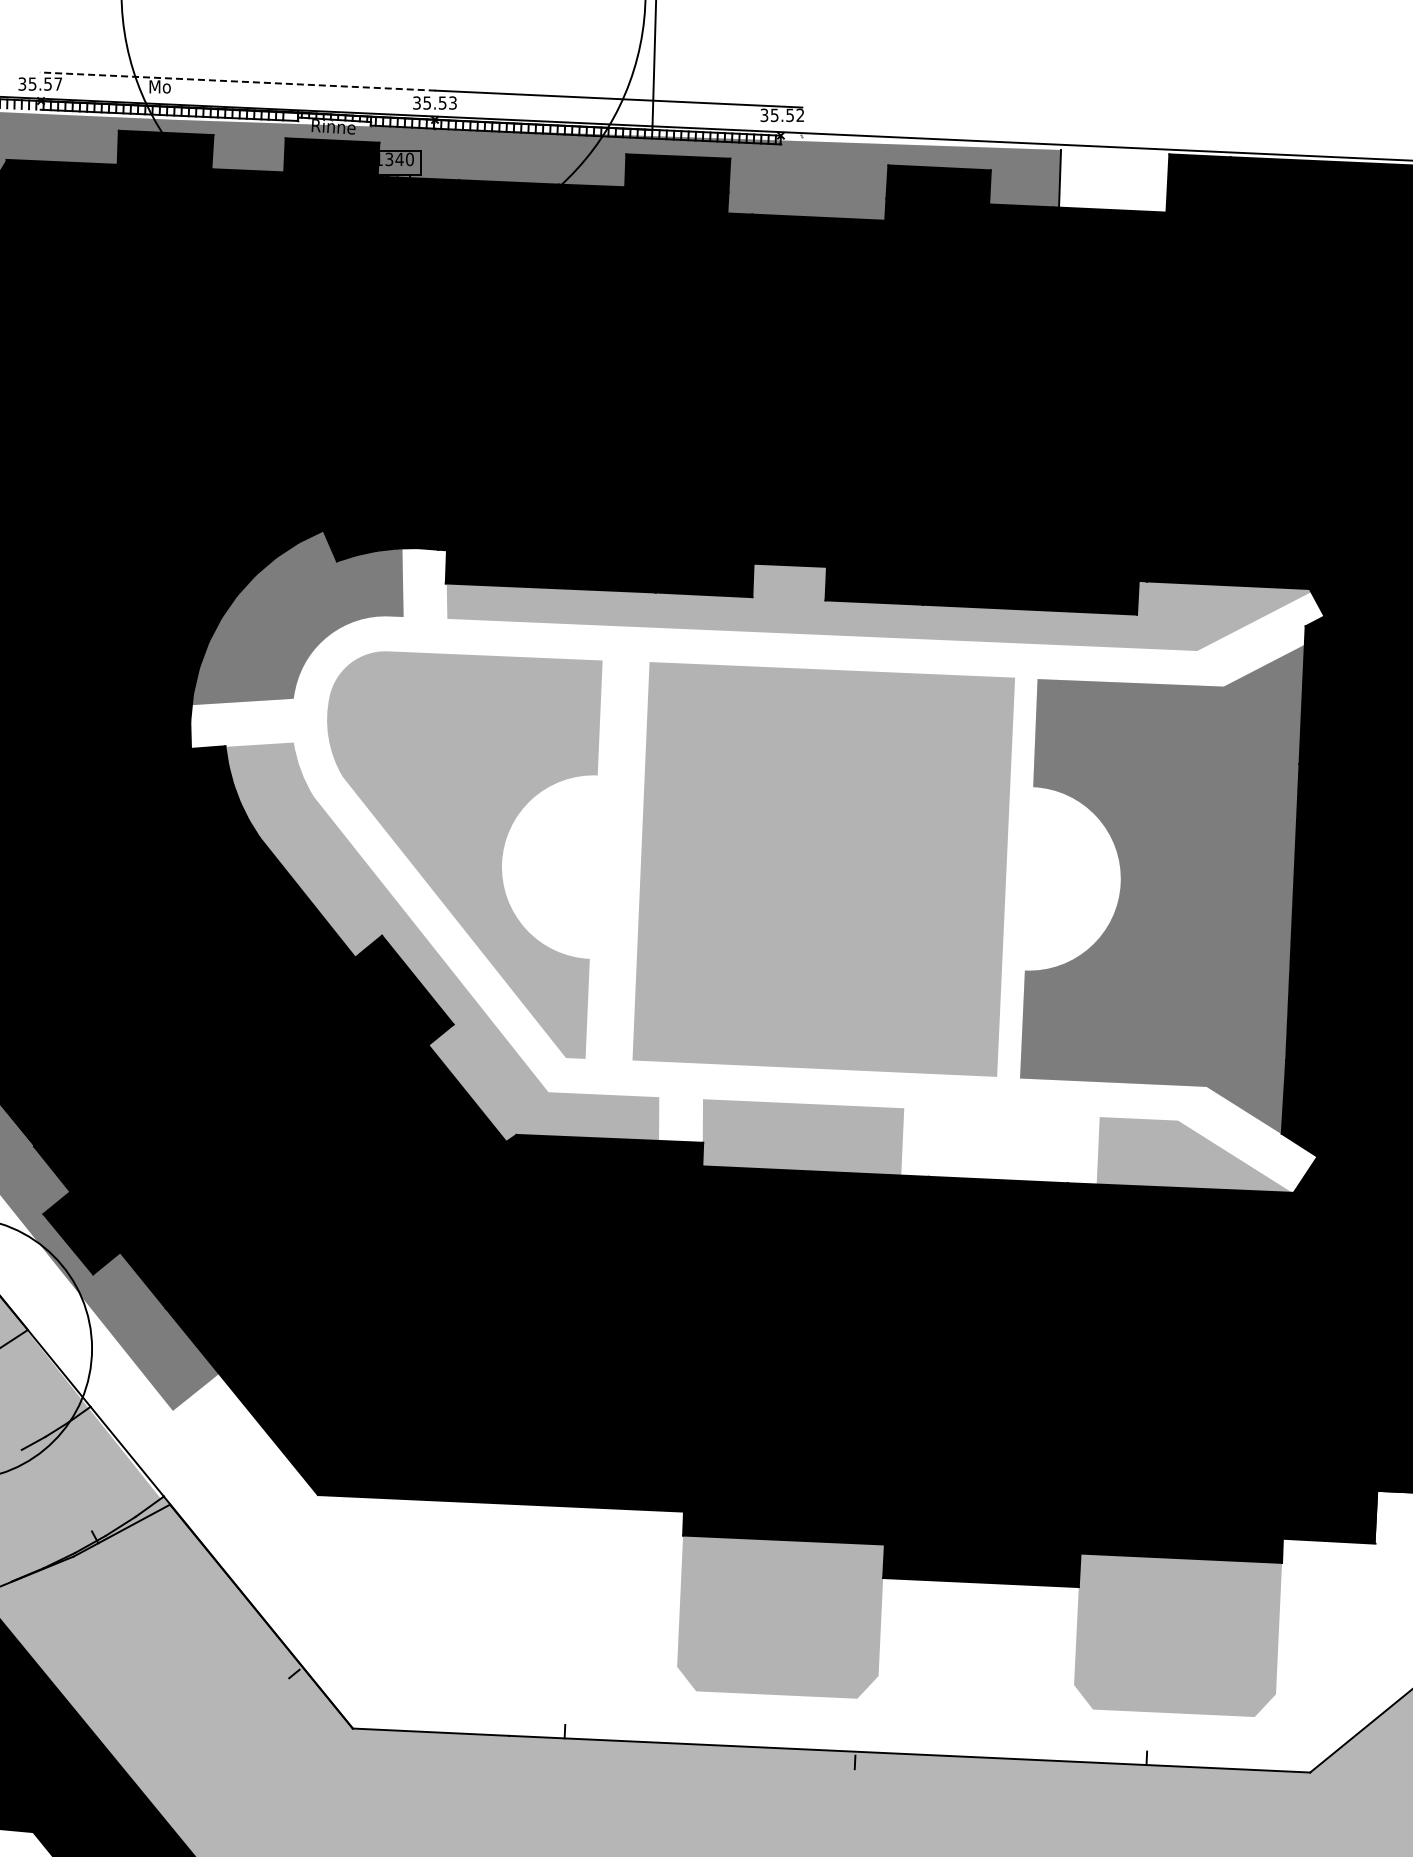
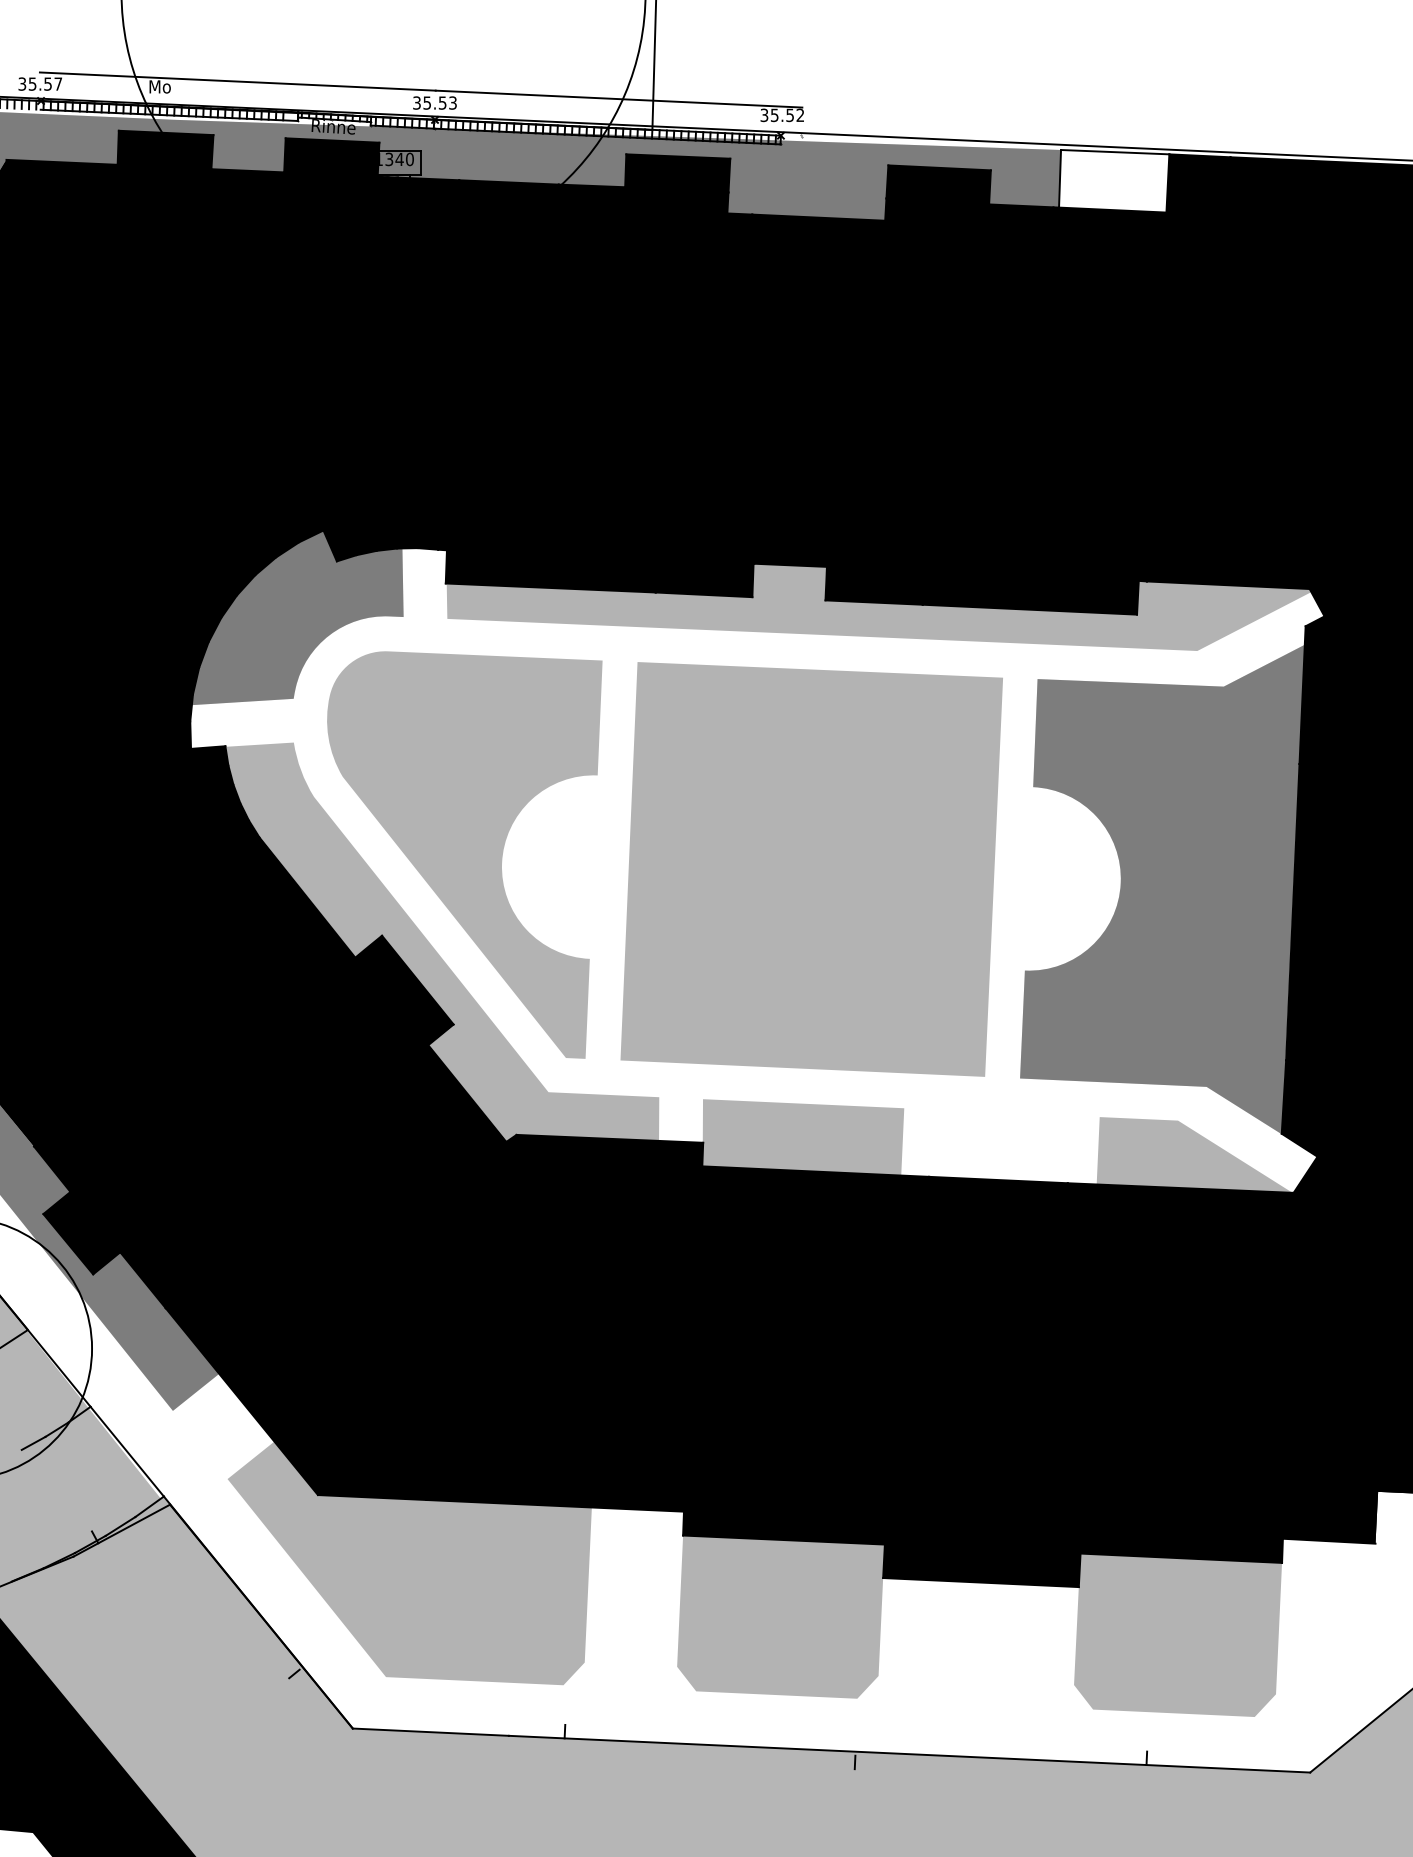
line at (237, 81): dashed -> solid
line at (1115, 152): none -> present
part at (823, 869) position: (823, 869) -> (811, 869)
fill at (409, 1563): none -> present
